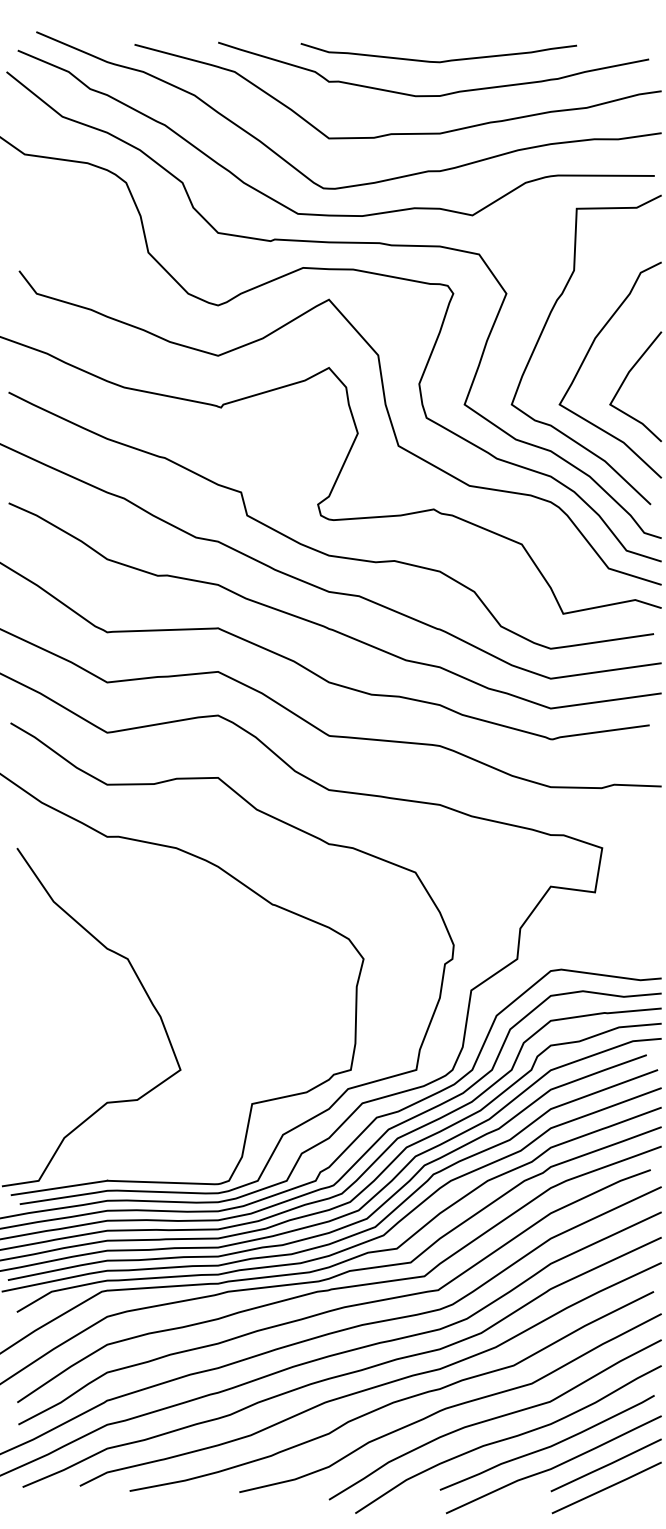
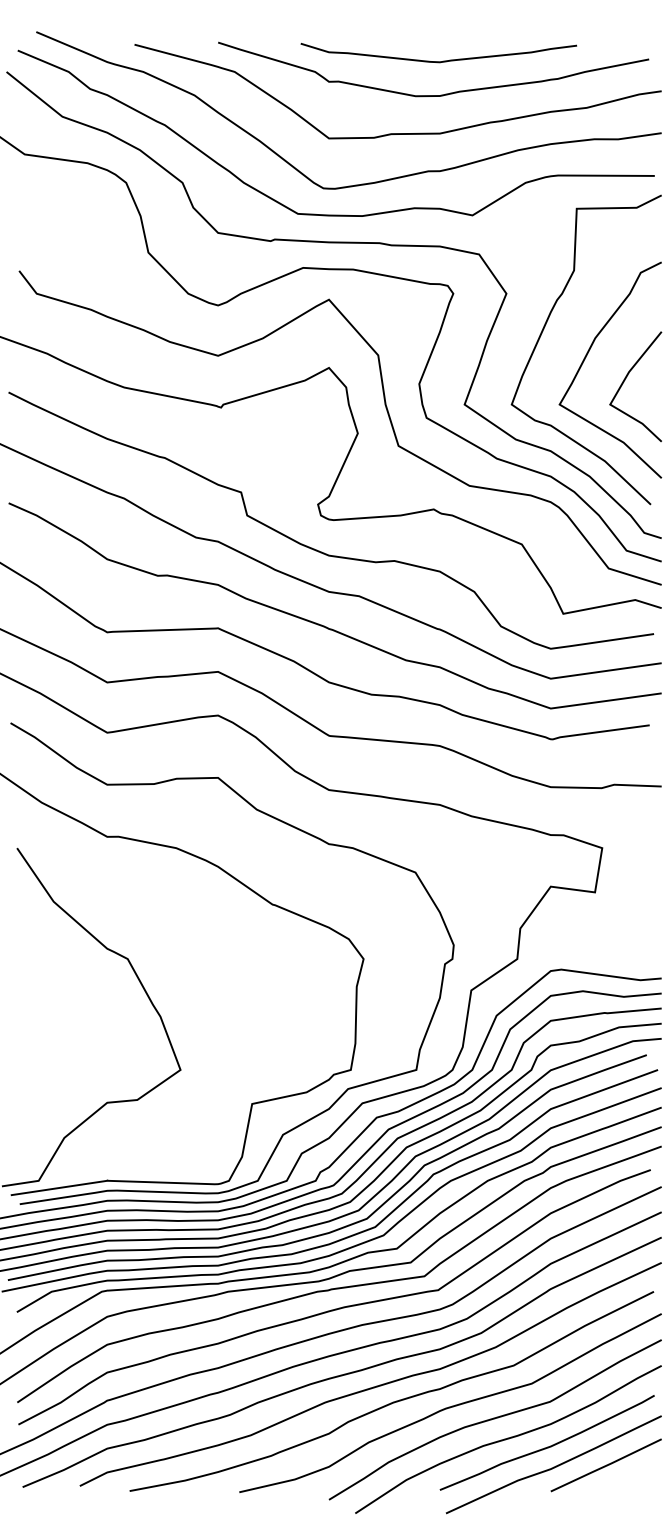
line at (606, 1487): present -> none
